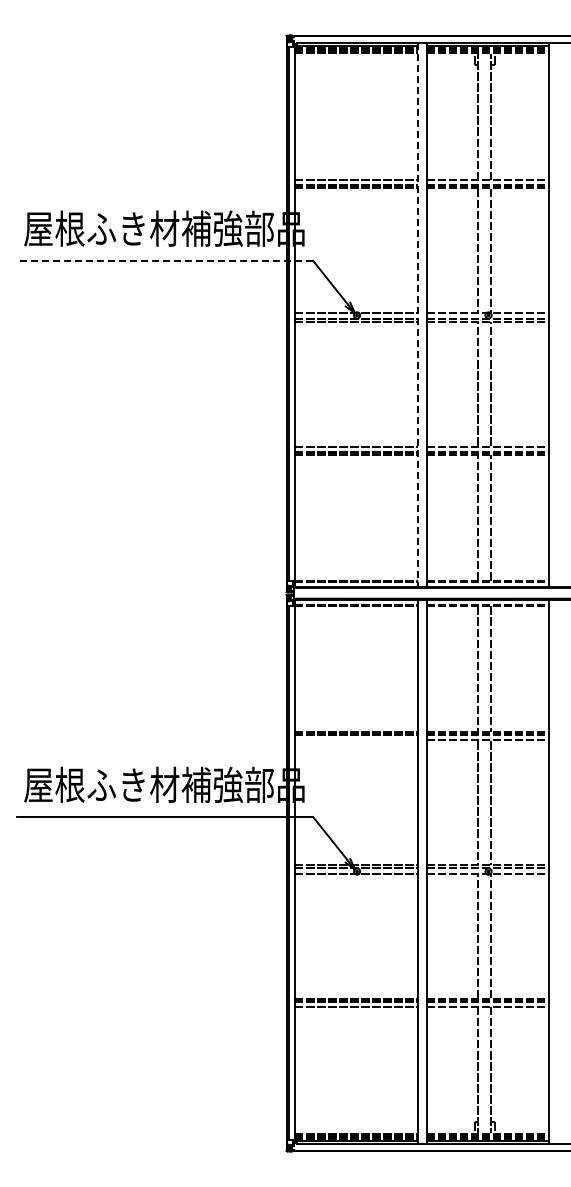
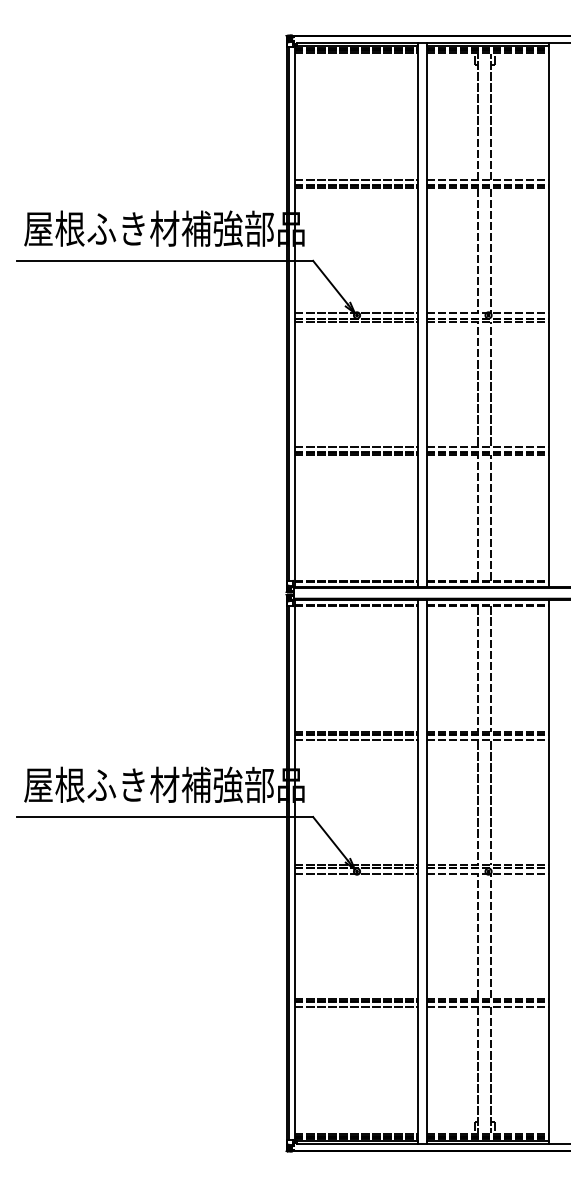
line at (165, 260): dashed -> solid
line at (417, 315): dashed -> solid
line at (356, 740): none -> present
